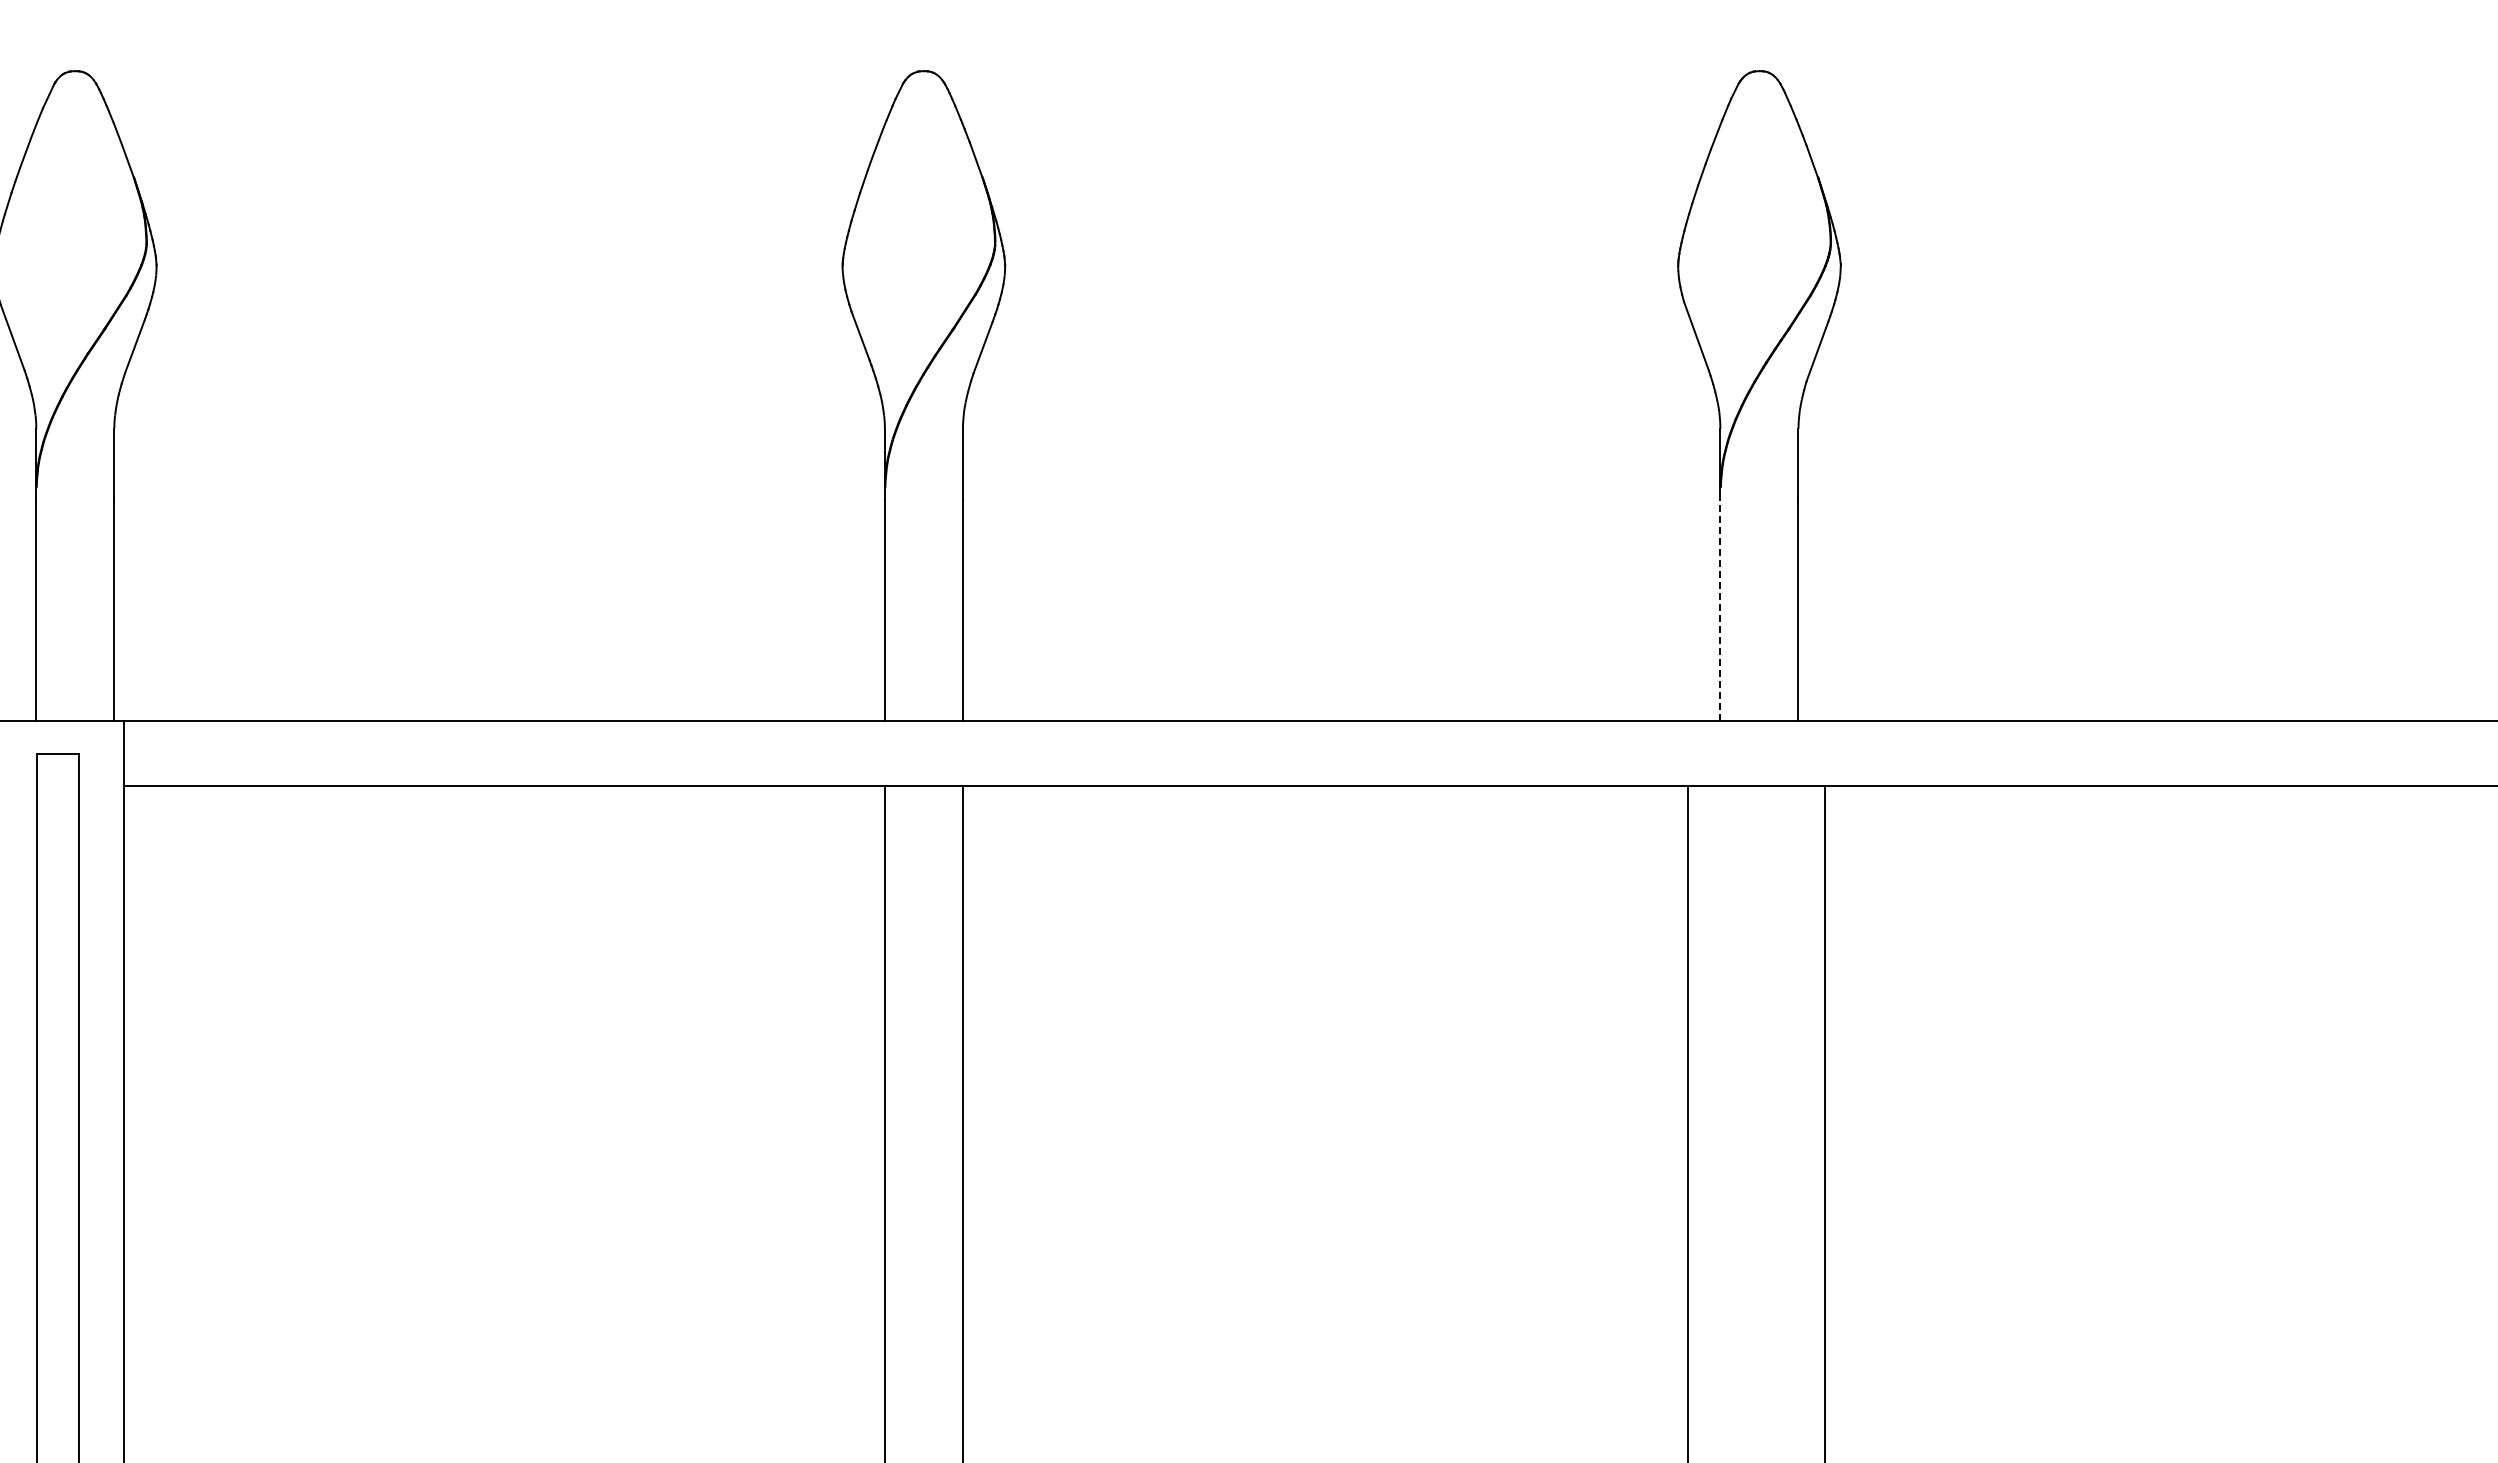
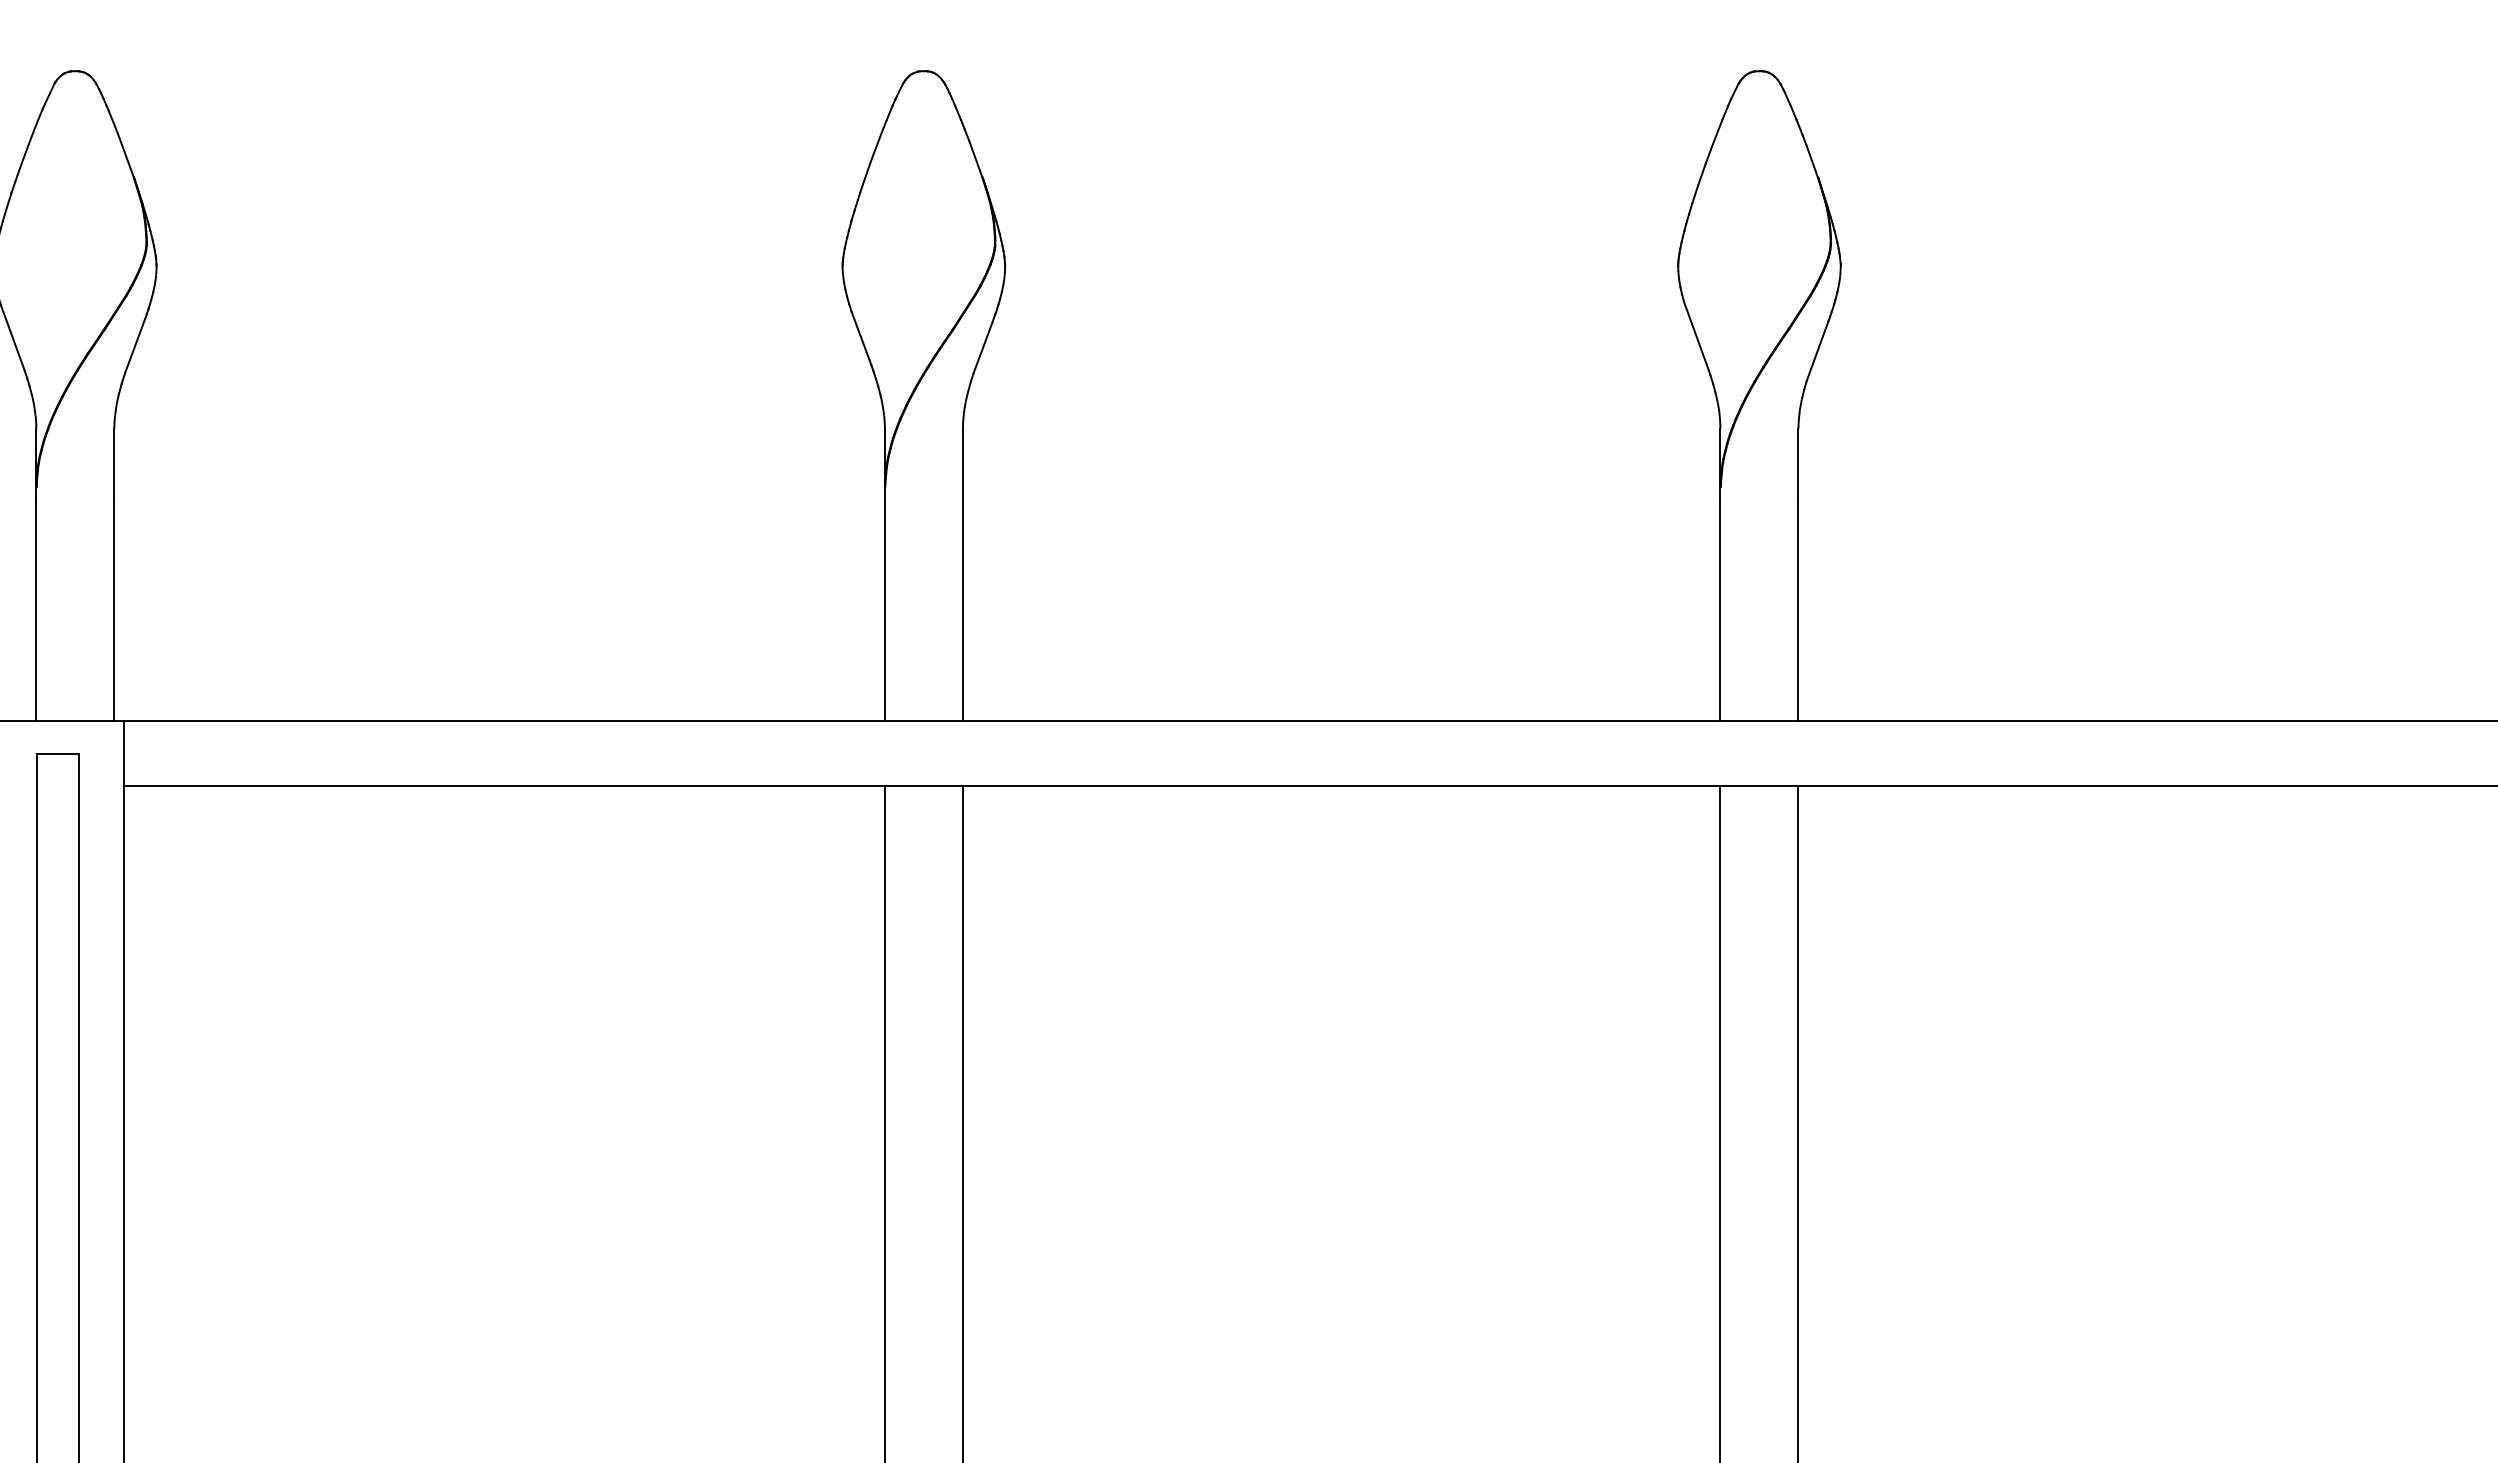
line at (1720, 610): dashed -> solid
line at (1688, 1122) position: (1688, 1122) -> (1720, 1122)
line at (1825, 1122) position: (1825, 1122) -> (1798, 1122)
